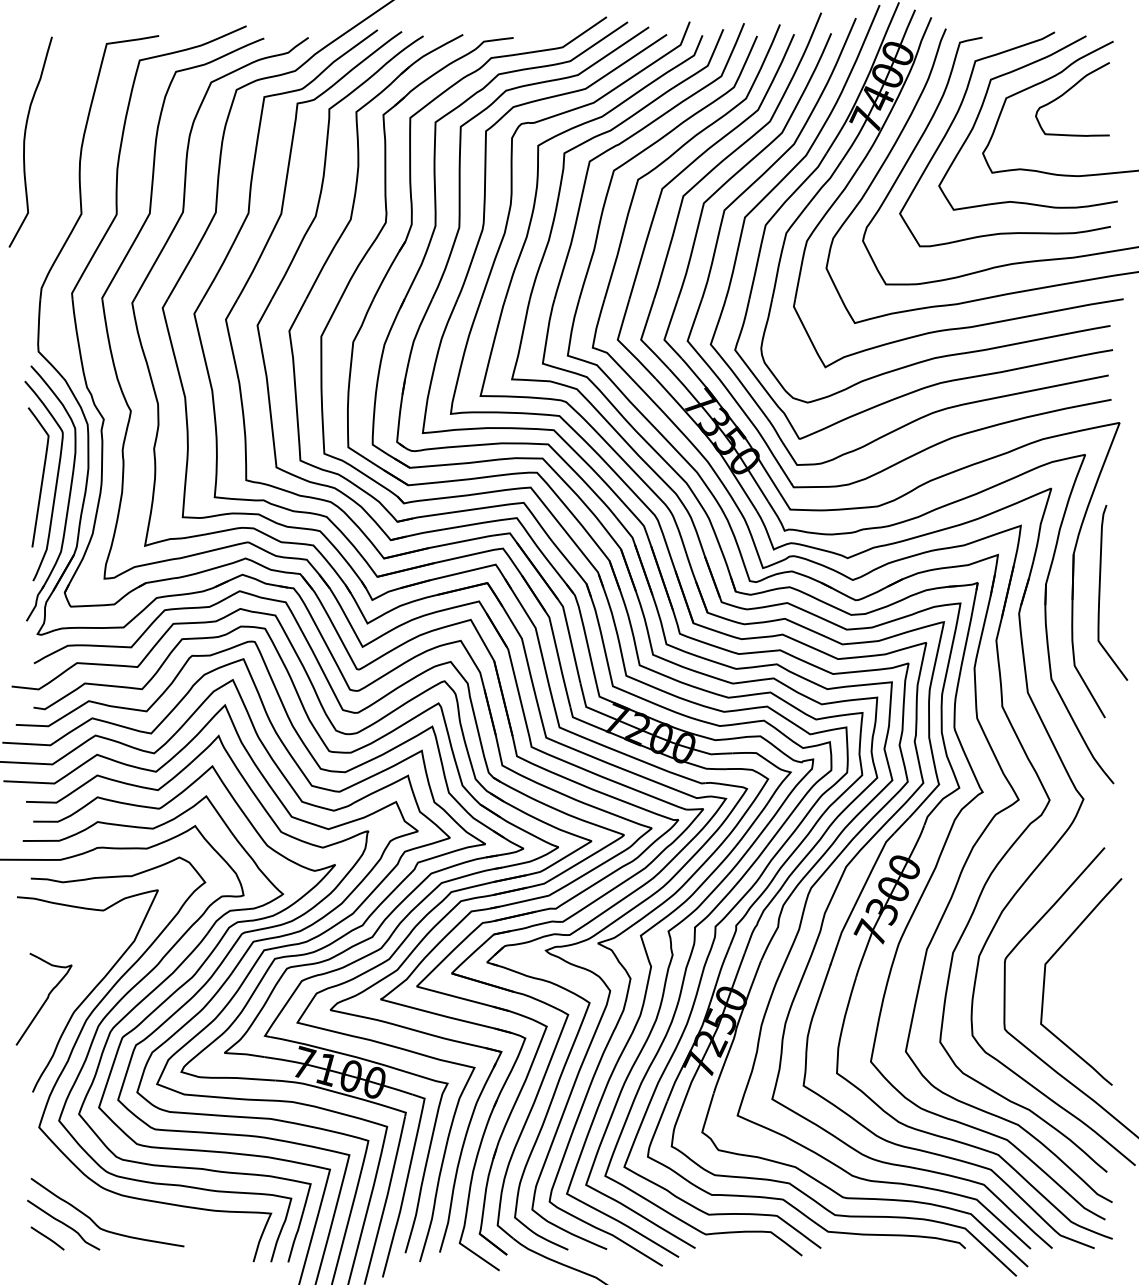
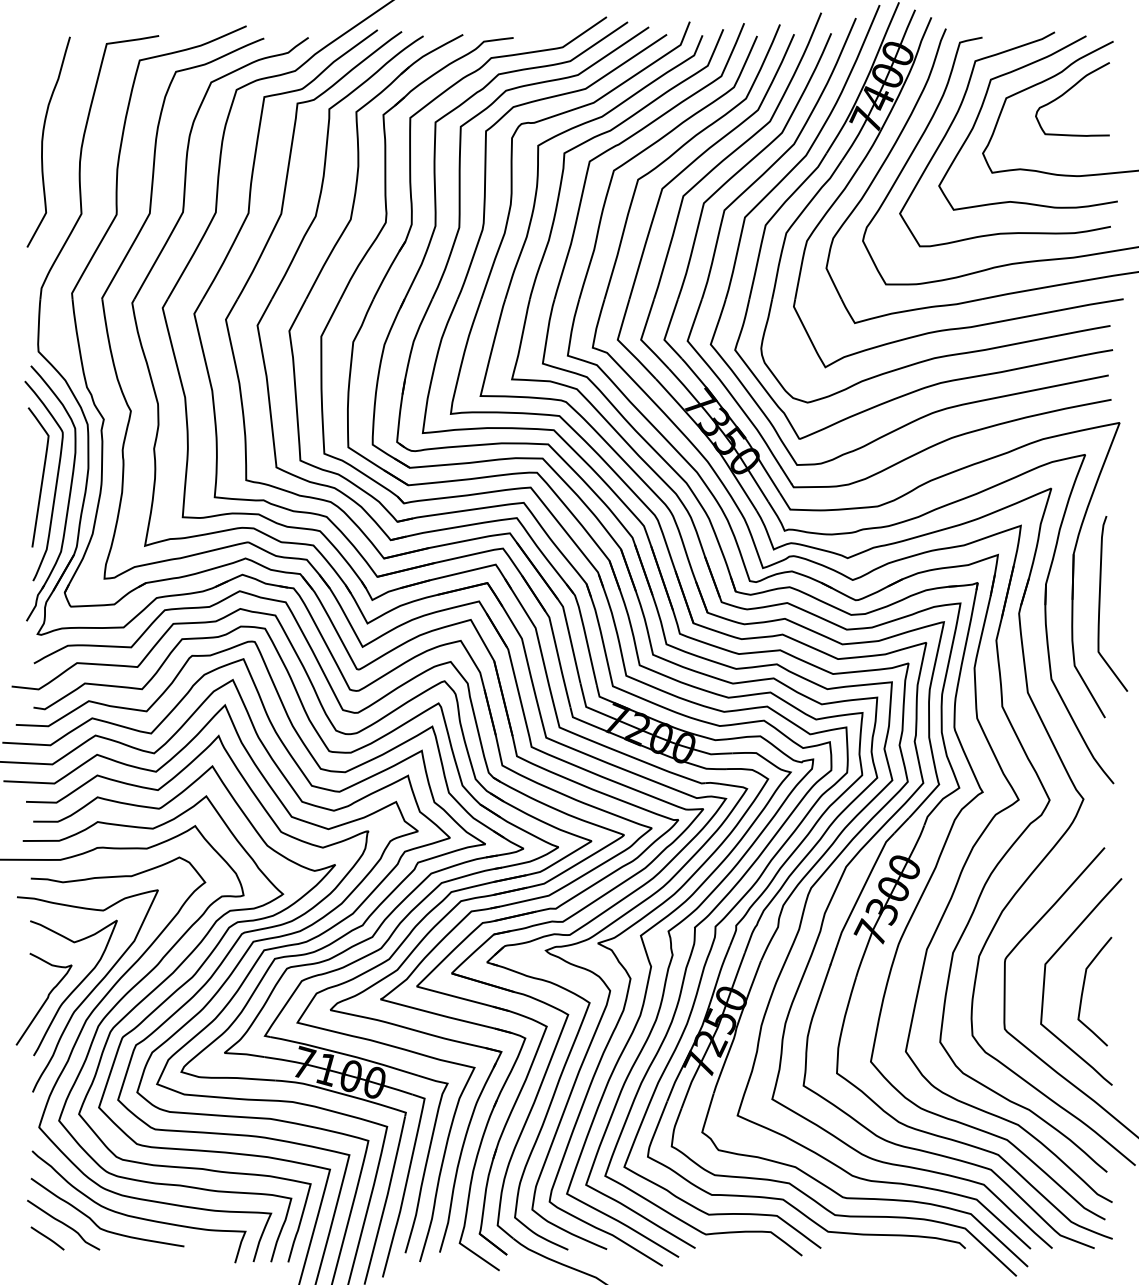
curve at (25, 141) position: (25, 141) -> (43, 141)
curve at (1100, 592) position: (1100, 592) -> (1100, 603)
curve at (1084, 987): none -> present
curve at (74, 988): none -> present
curve at (137, 1216): none -> present
